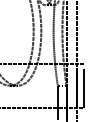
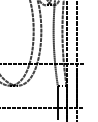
line at (83, 85): present -> none
